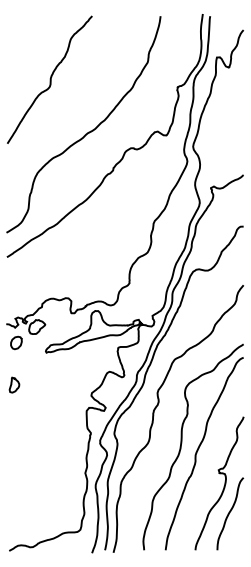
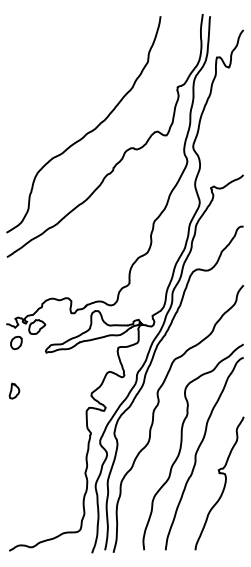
curve at (49, 79): present -> none
part at (14, 384) position: (14, 384) -> (14, 390)
curve at (230, 513): present -> none
